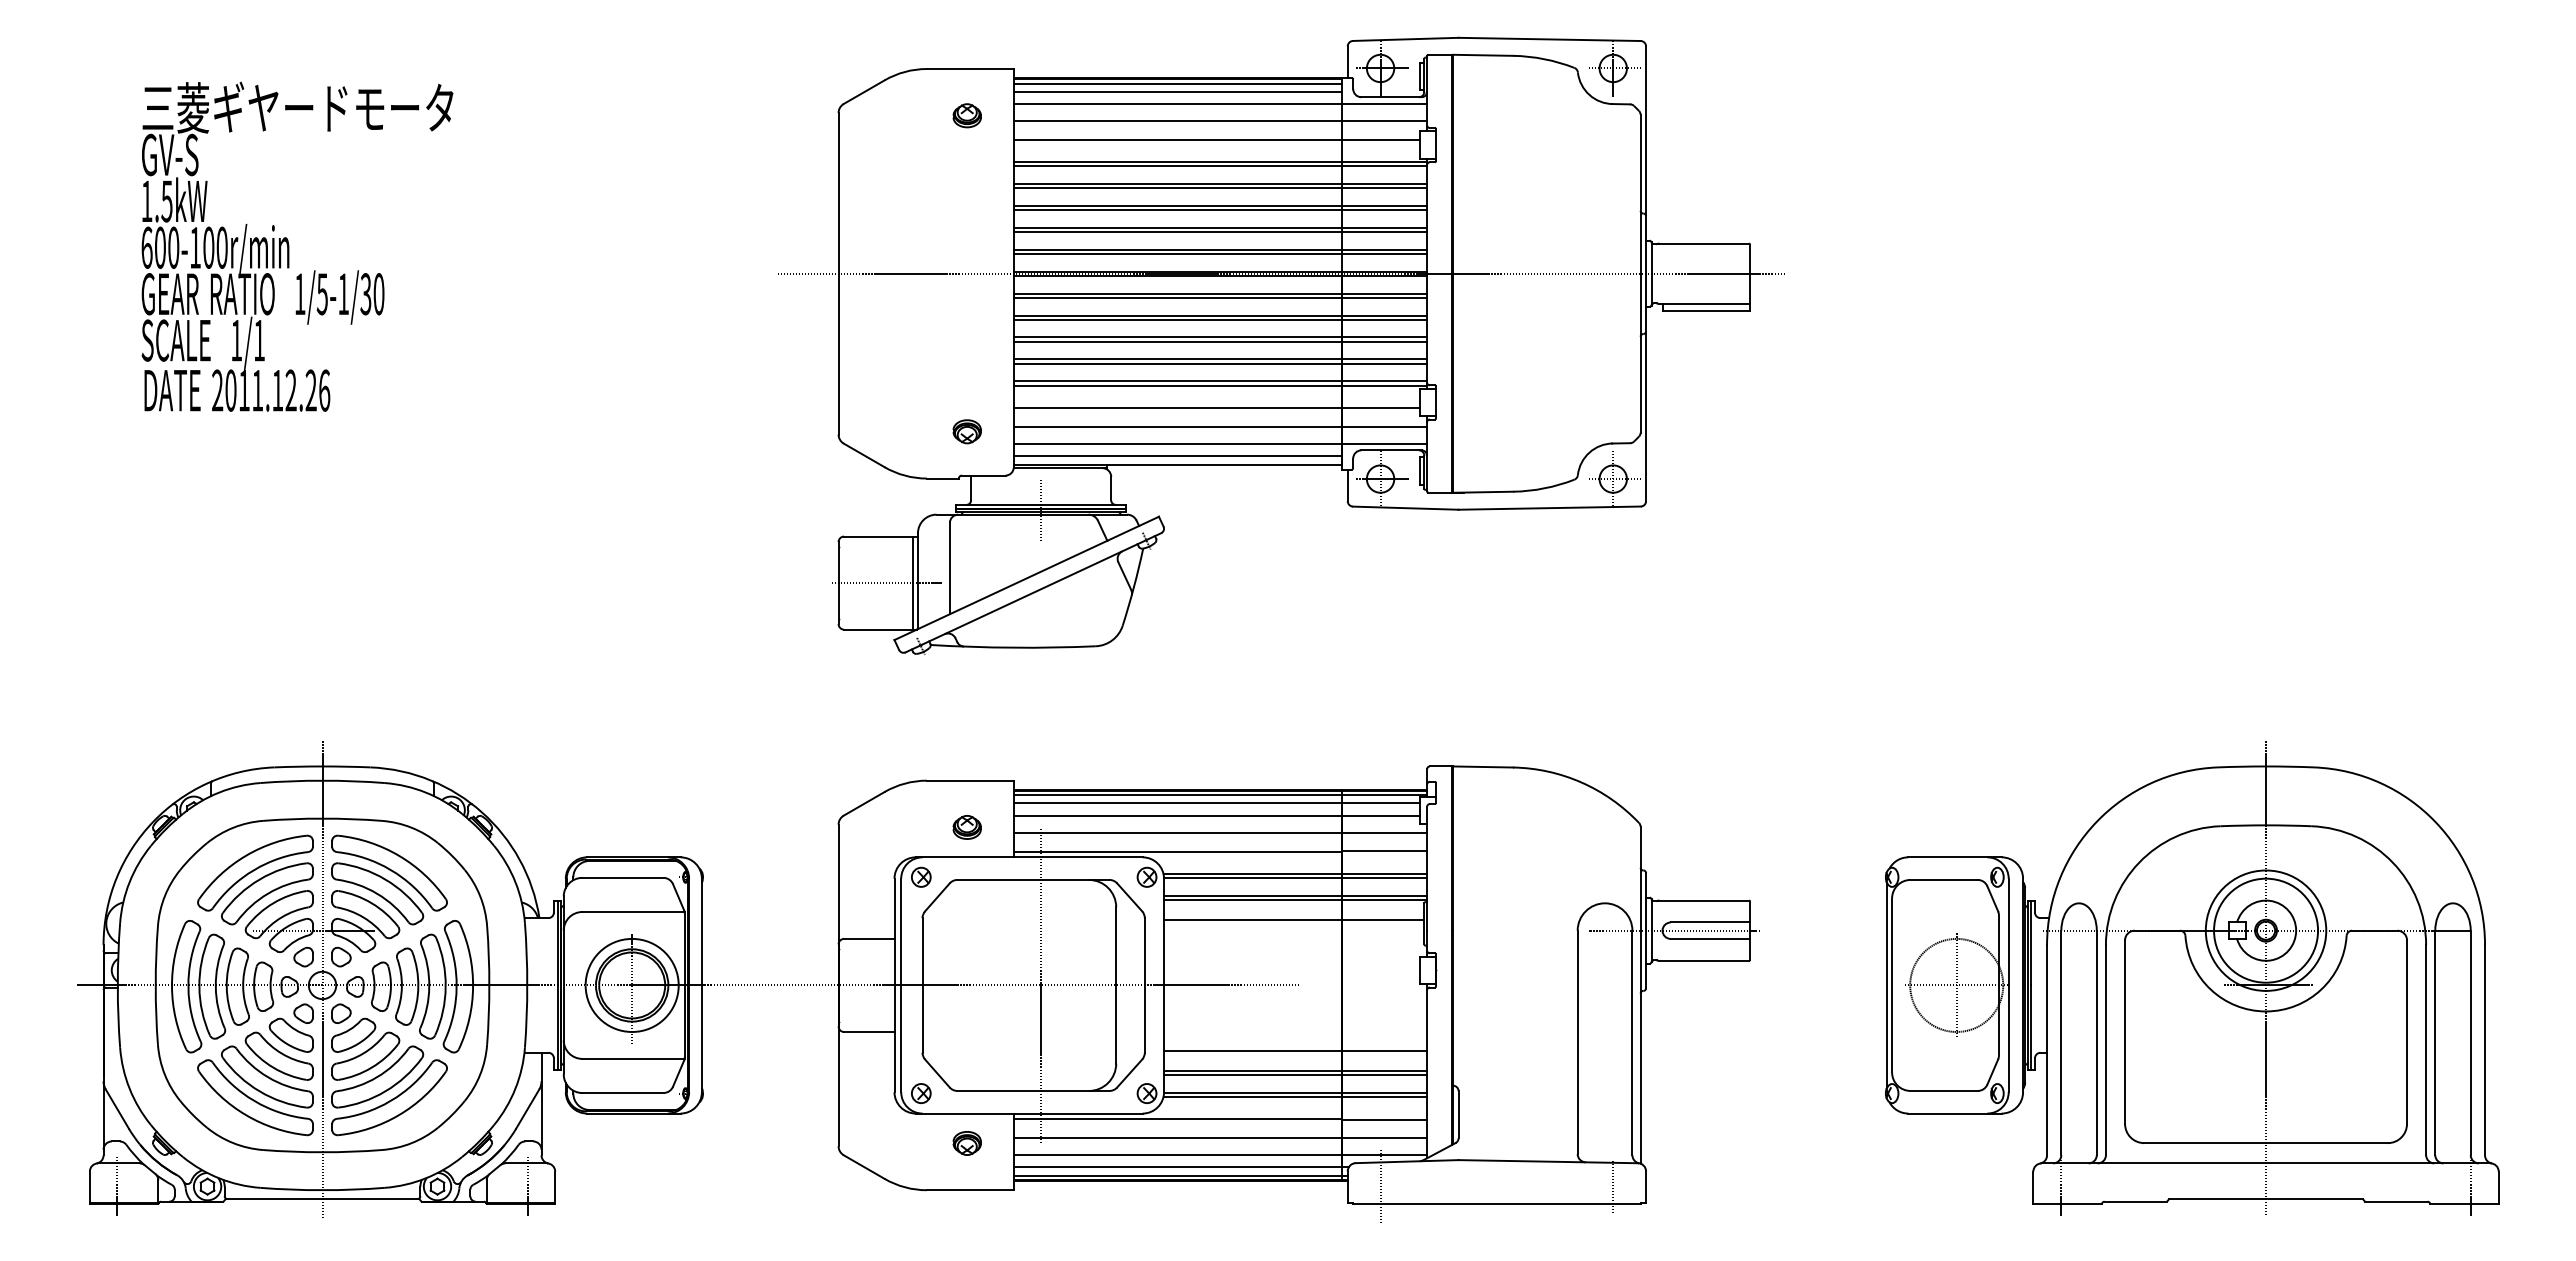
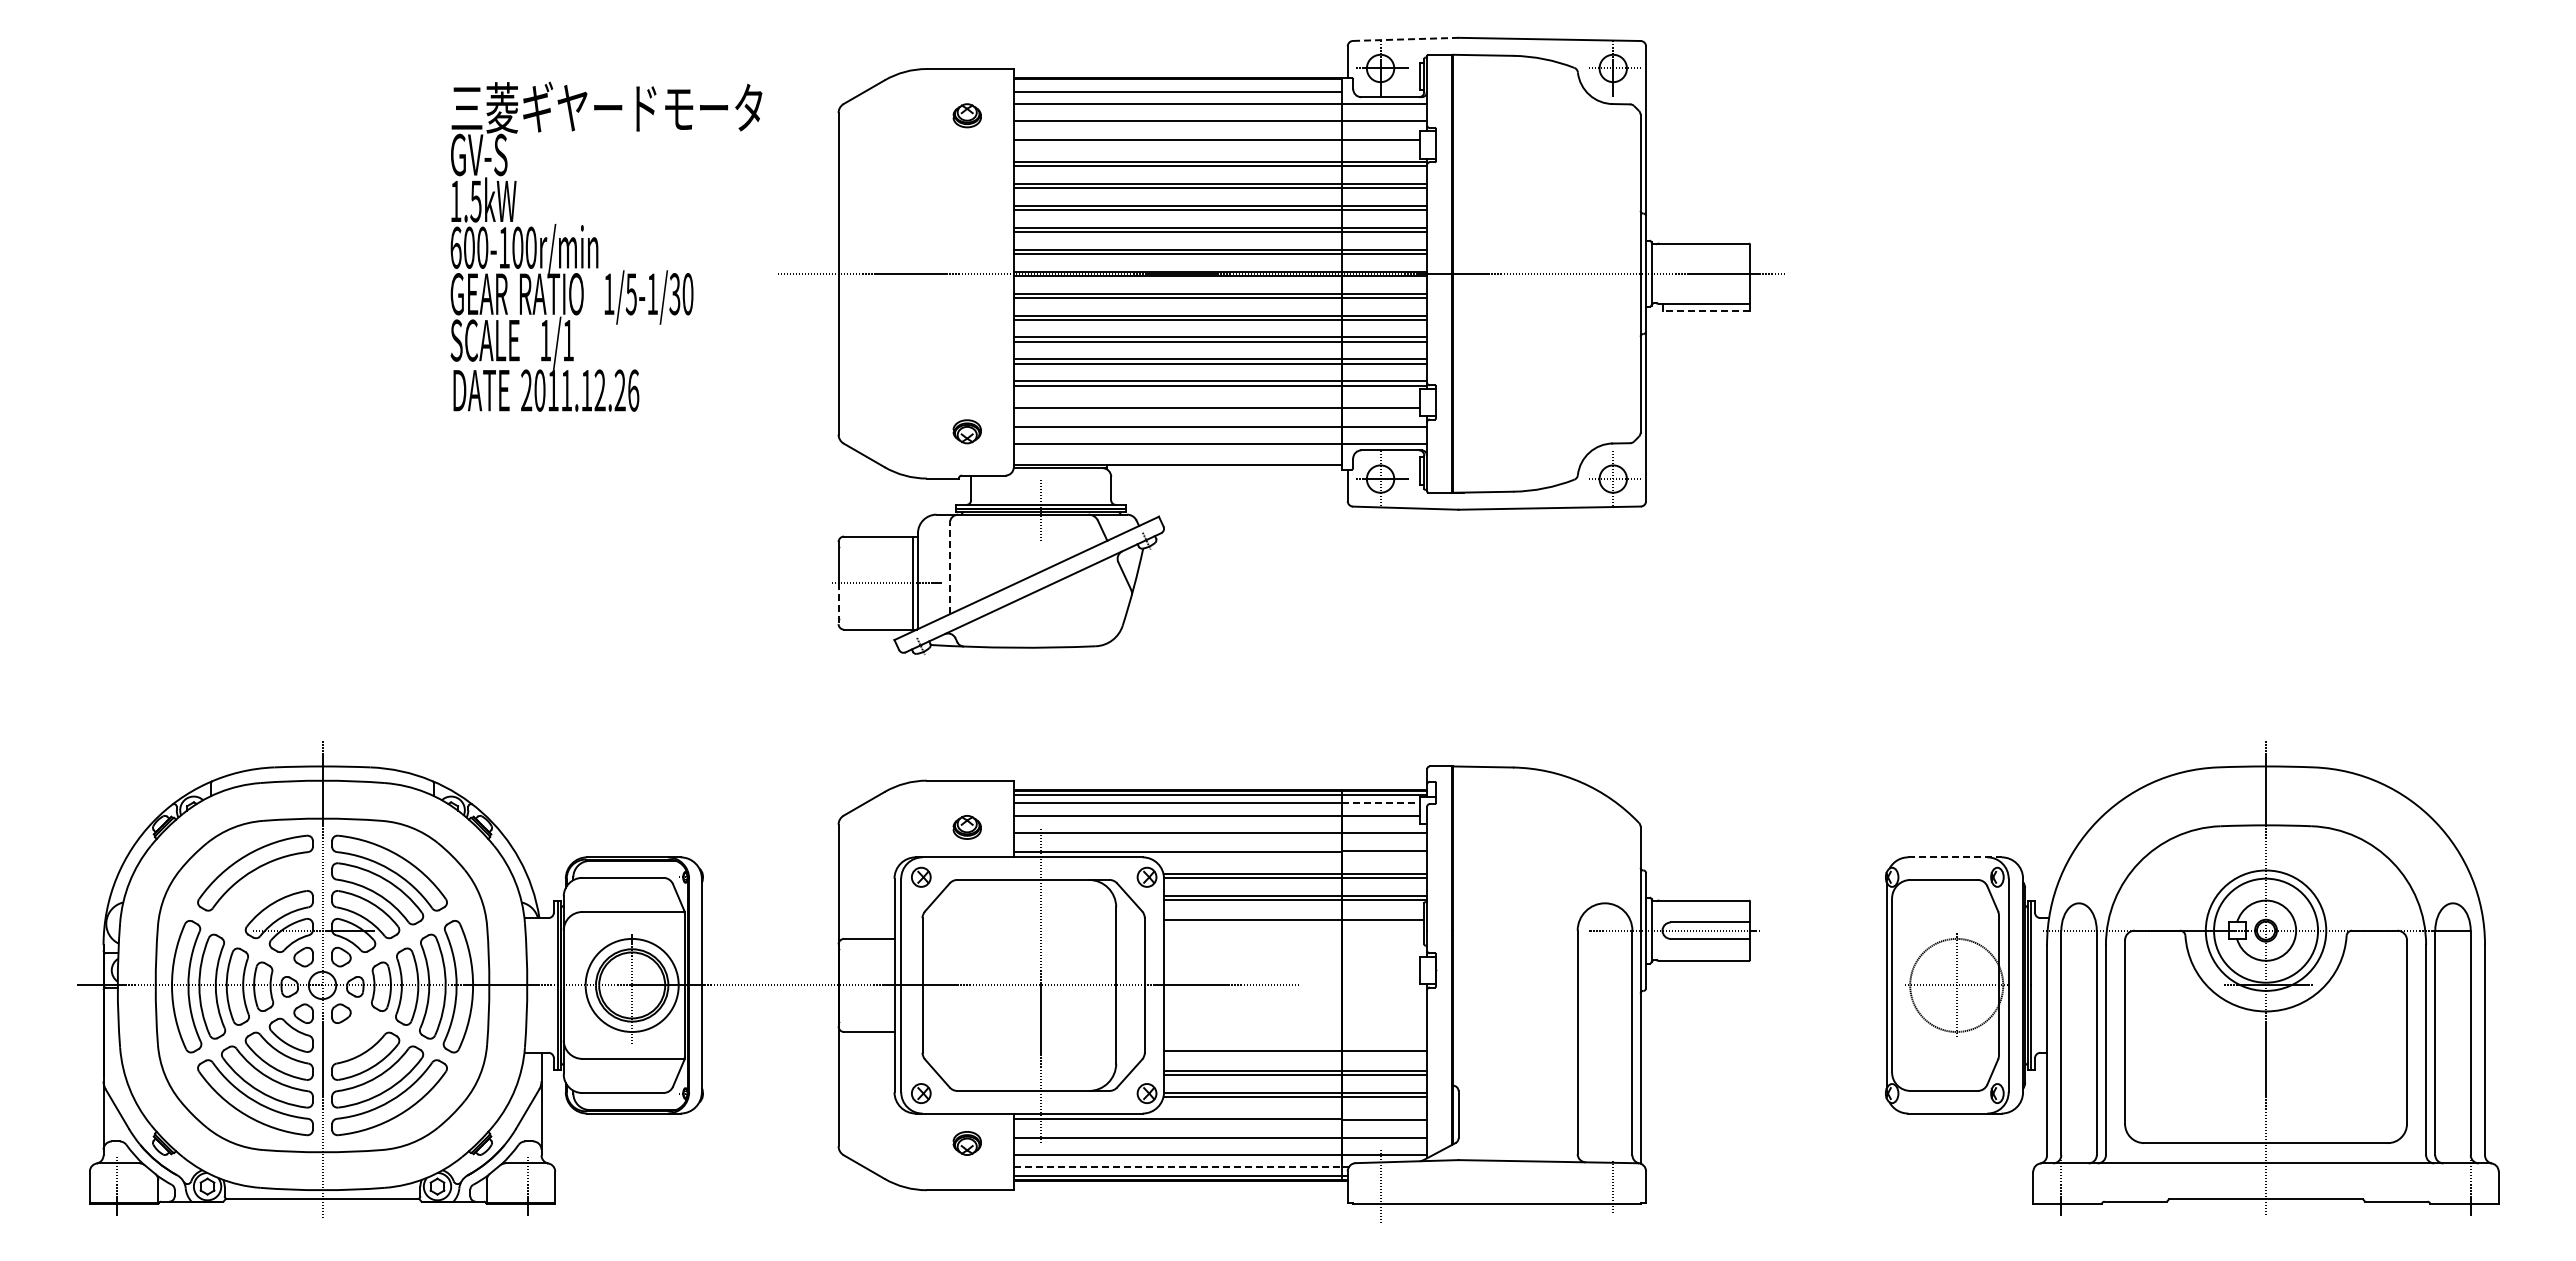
line at (1405, 39): solid -> dashed
line at (1177, 83): present -> none
text at (297, 246) position: (297, 246) -> (606, 246)
line at (1706, 310): solid -> dashed
line at (1177, 455): present -> none
line at (949, 568): solid -> dashed
line at (838, 603): solid -> dashed
line at (1380, 803): solid -> dashed
line at (1955, 857): solid -> dashed
part at (267, 893): present -> none
part at (353, 1034): present -> none
line at (1178, 1167): solid -> dashed
